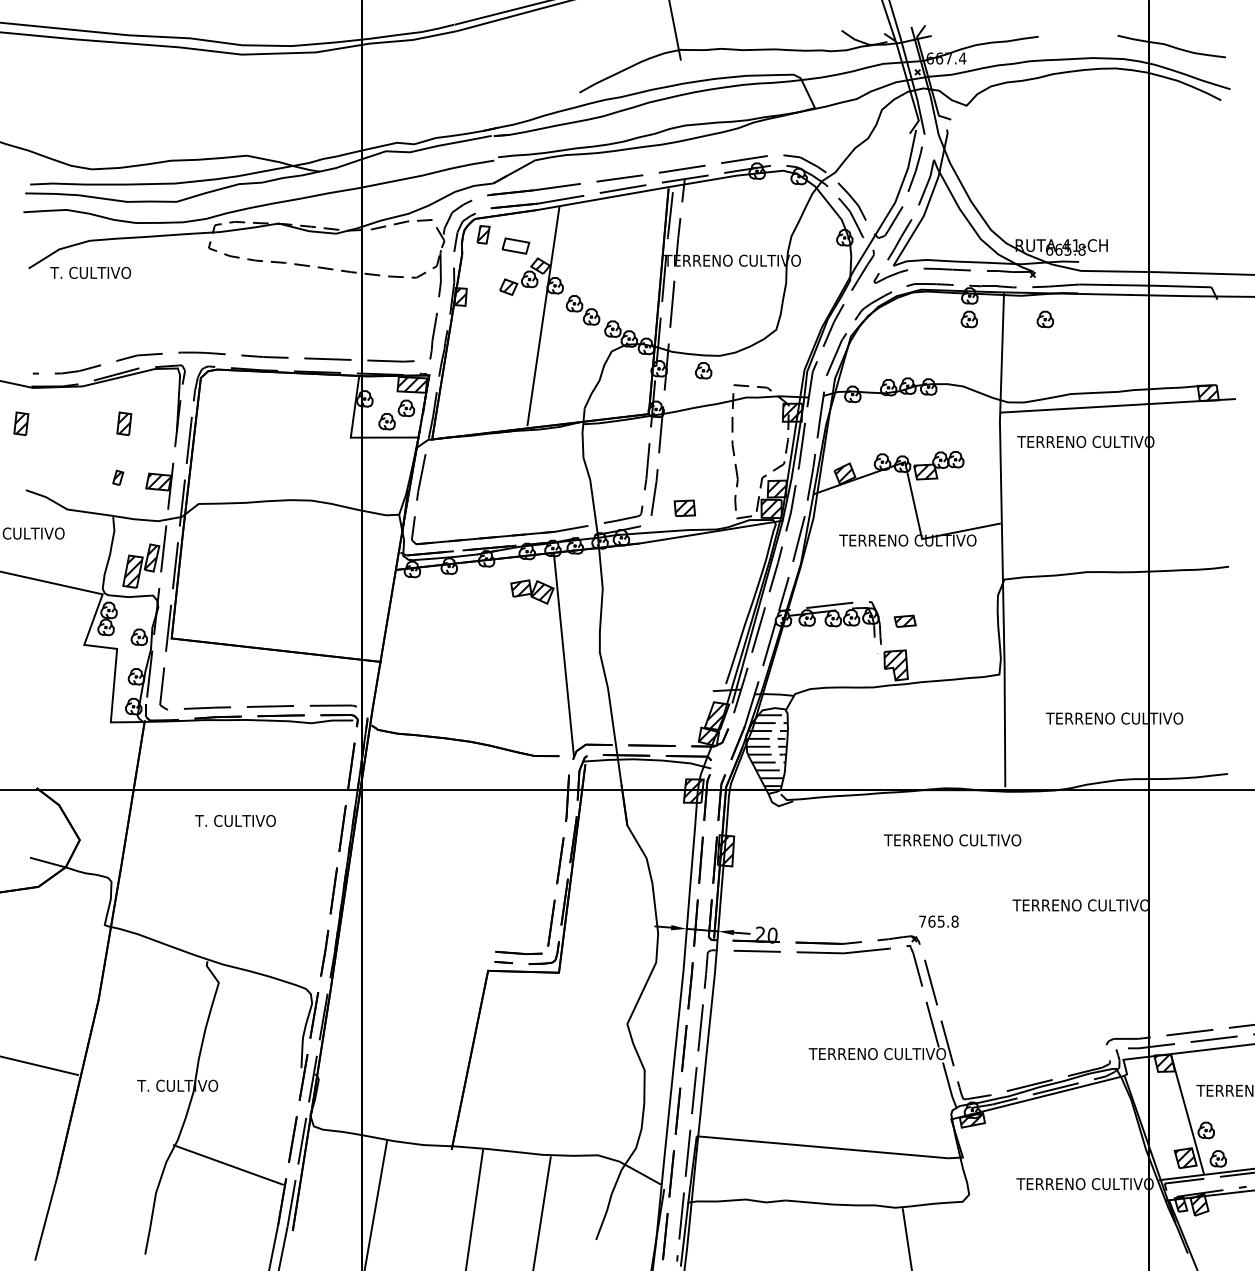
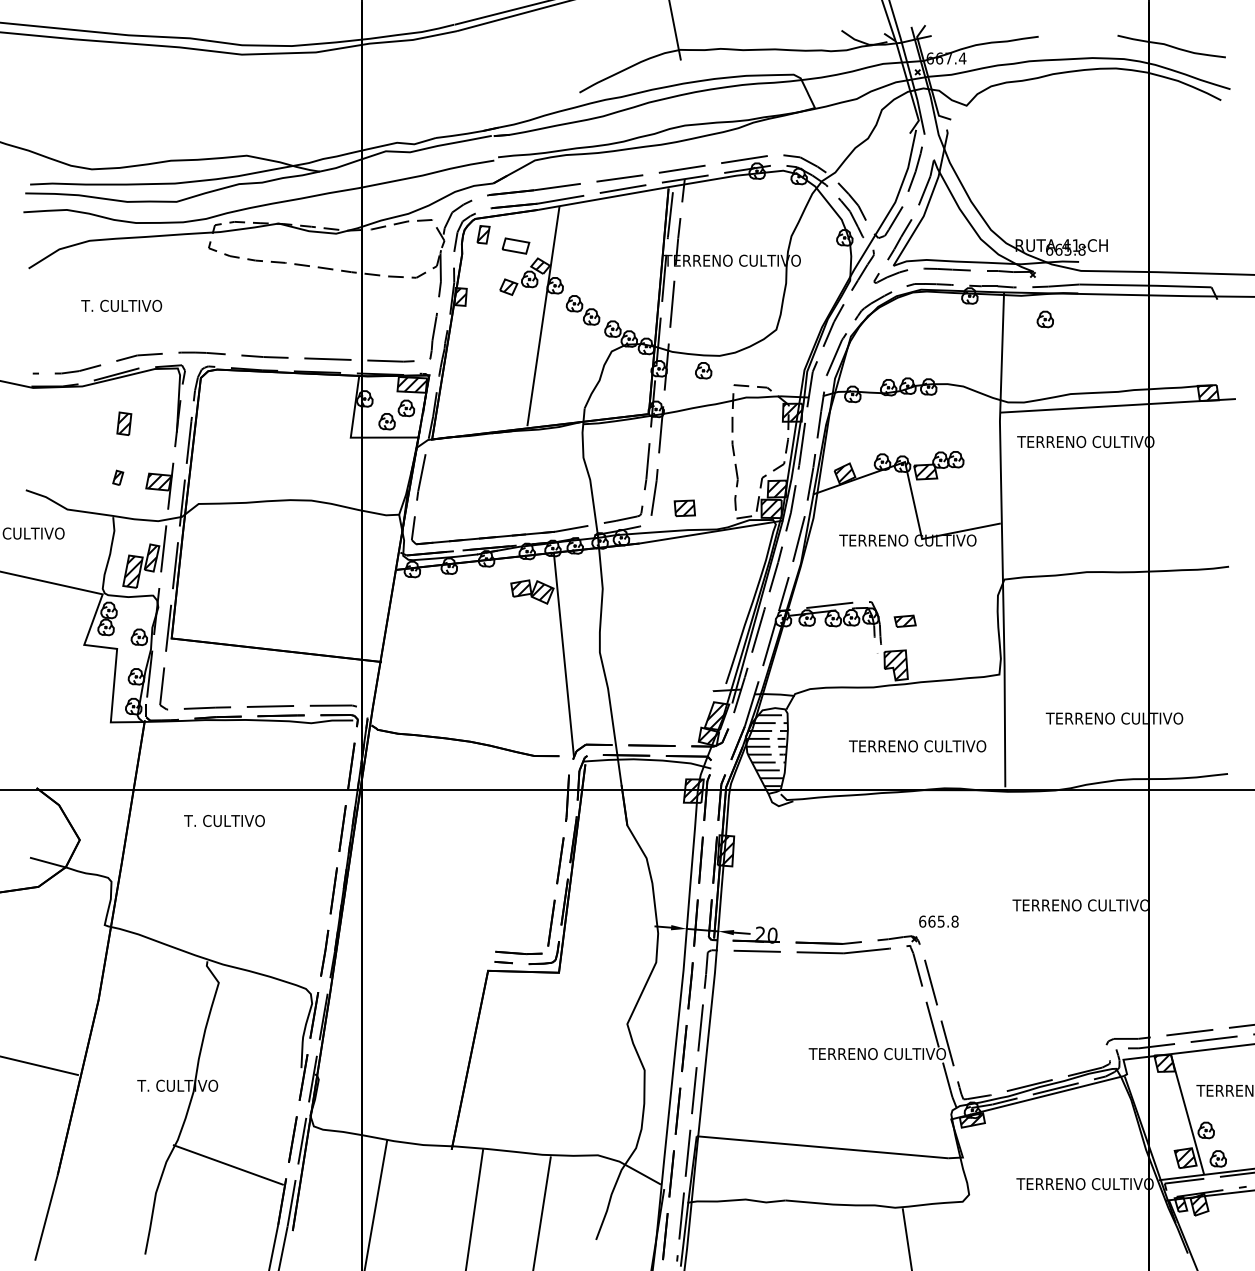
text at (90, 272) position: (90, 272) -> (121, 305)
part at (968, 319): present -> none
part at (21, 423): present -> none
text at (235, 820) position: (235, 820) -> (224, 820)
text at (952, 840) position: (952, 840) -> (917, 746)
text at (922, 921): 765.8 -> 665.8
